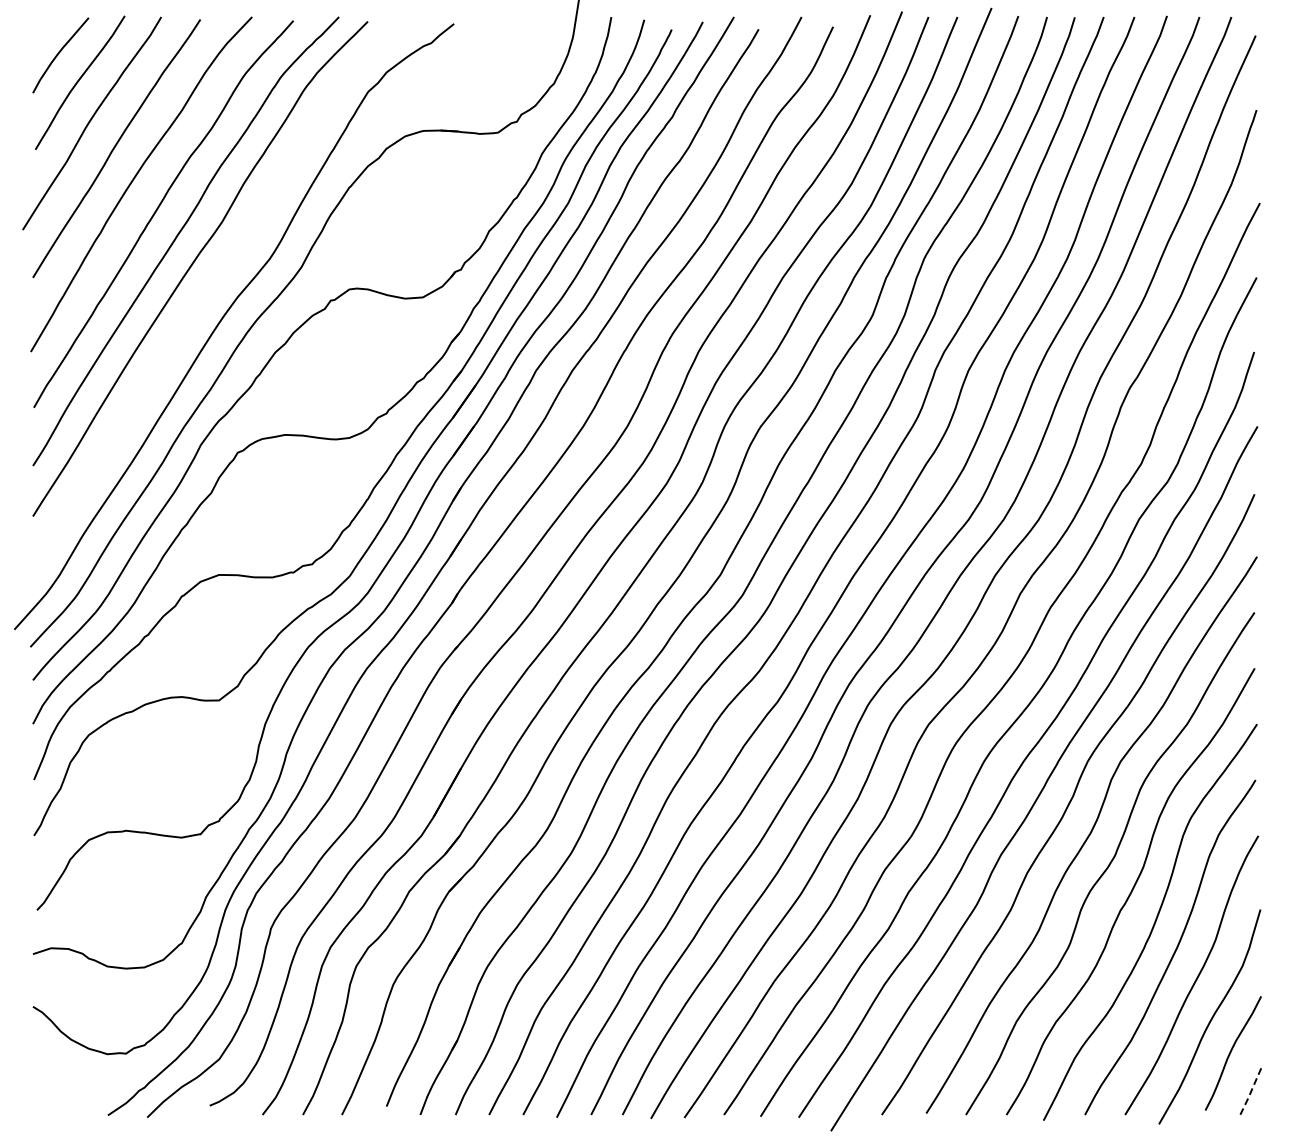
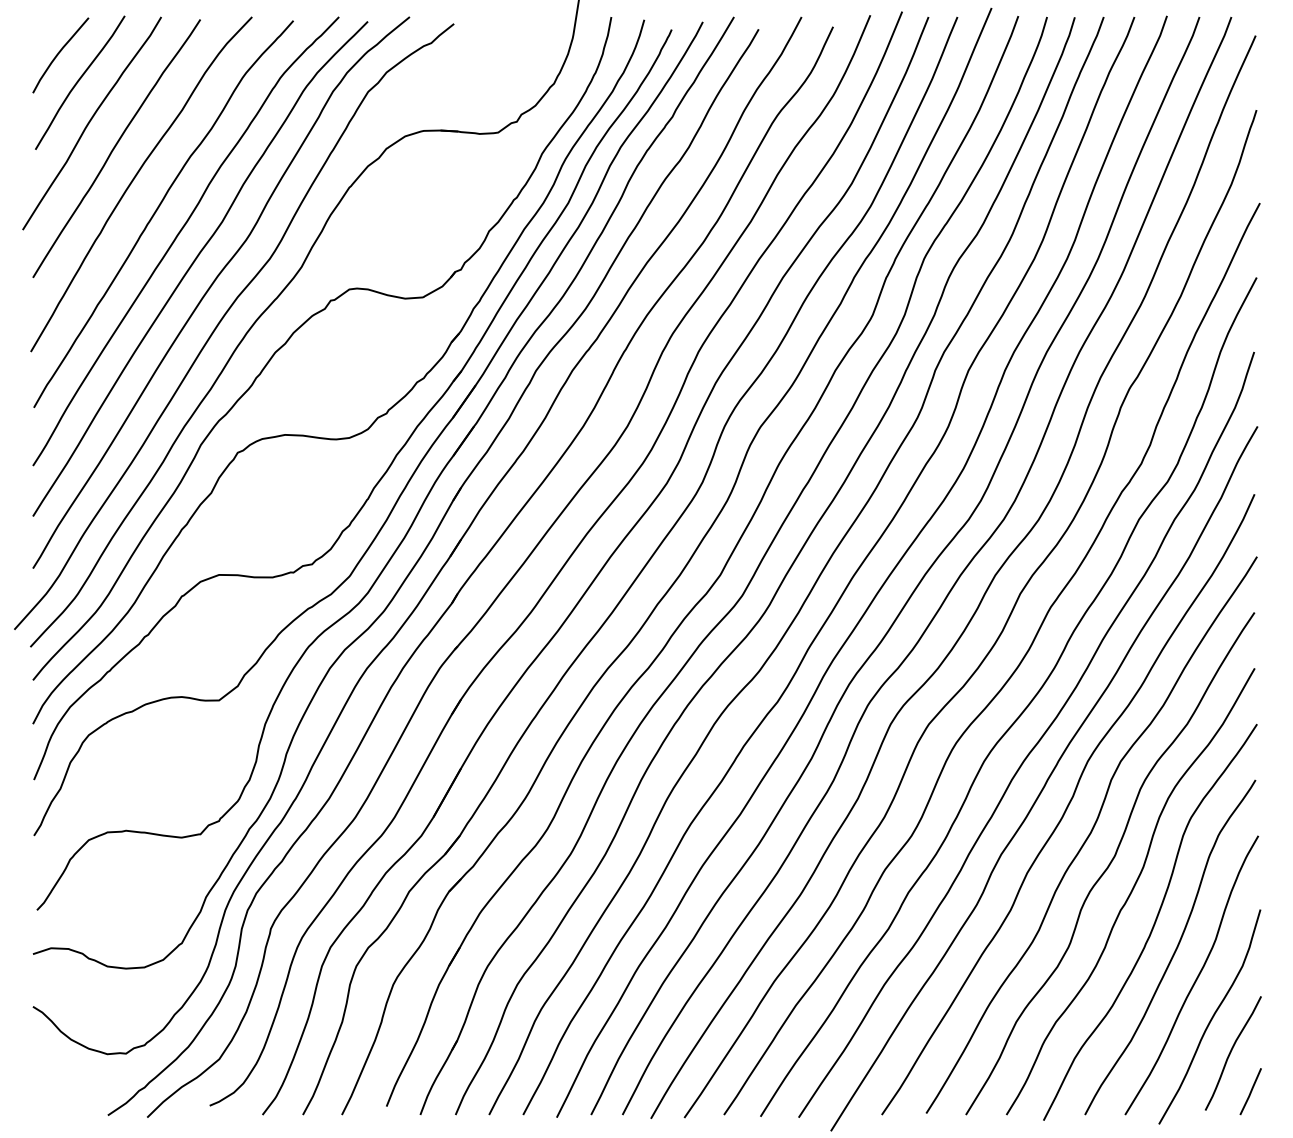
curve at (211, 287): none -> present
line at (1250, 1092): dashed -> solid
